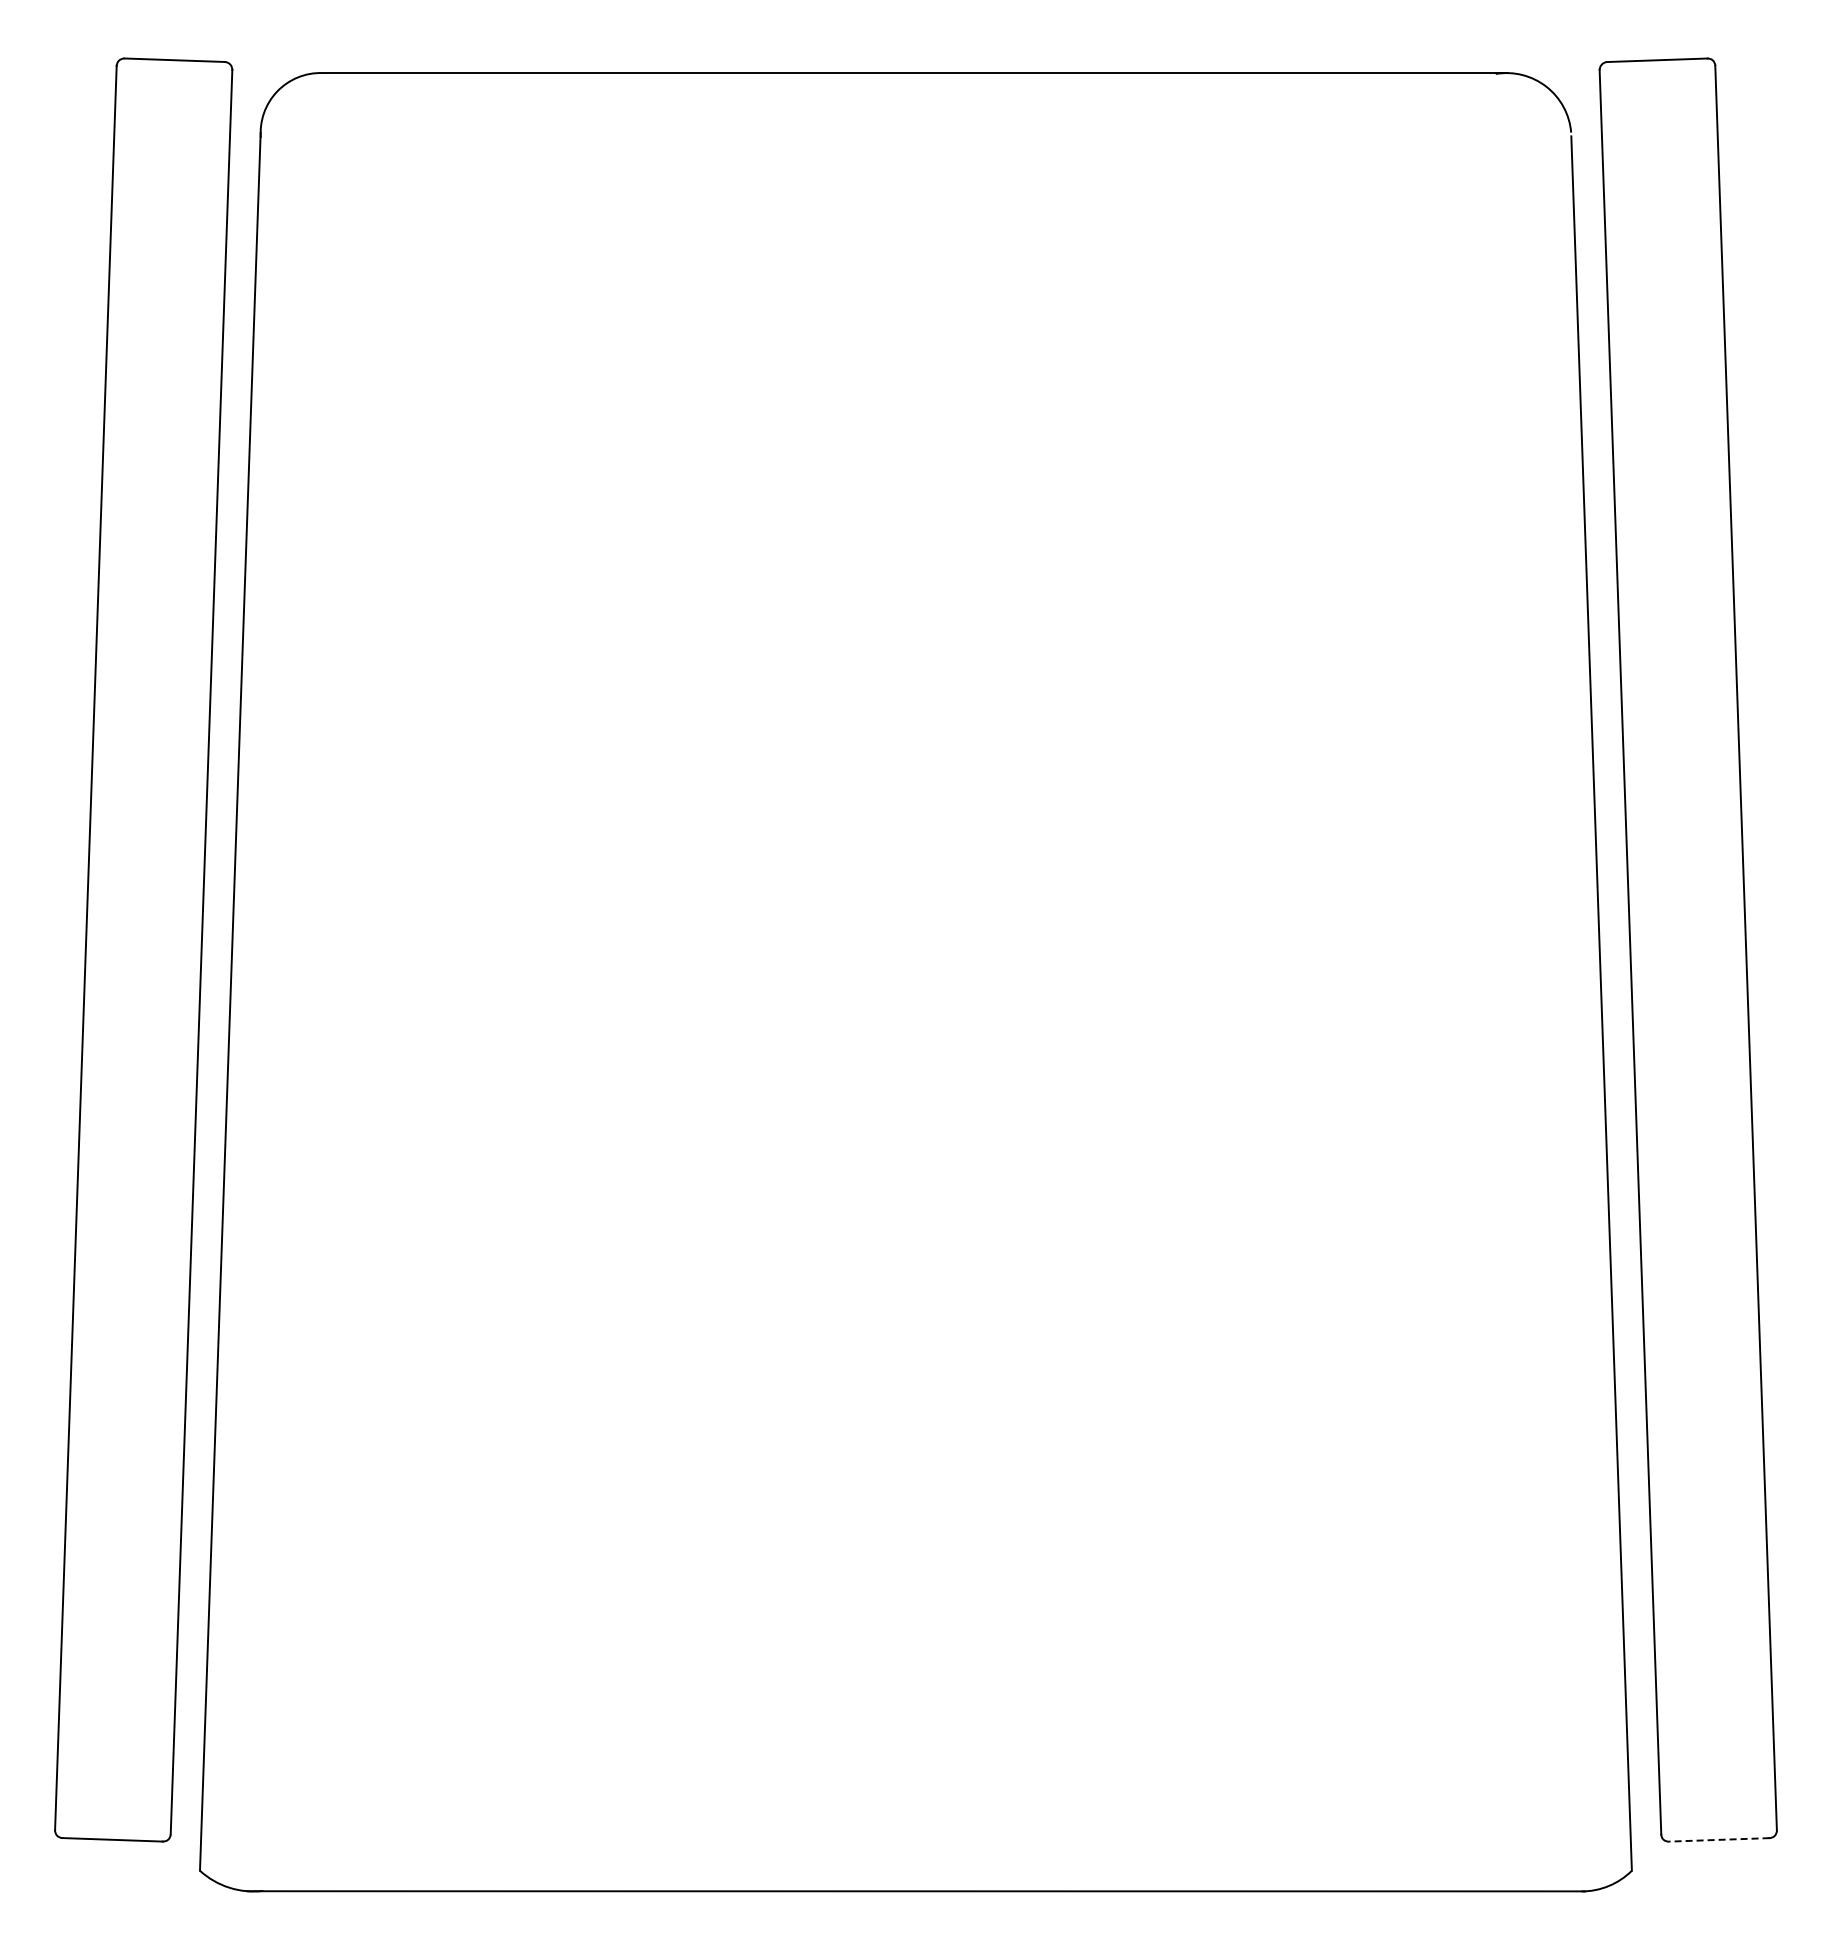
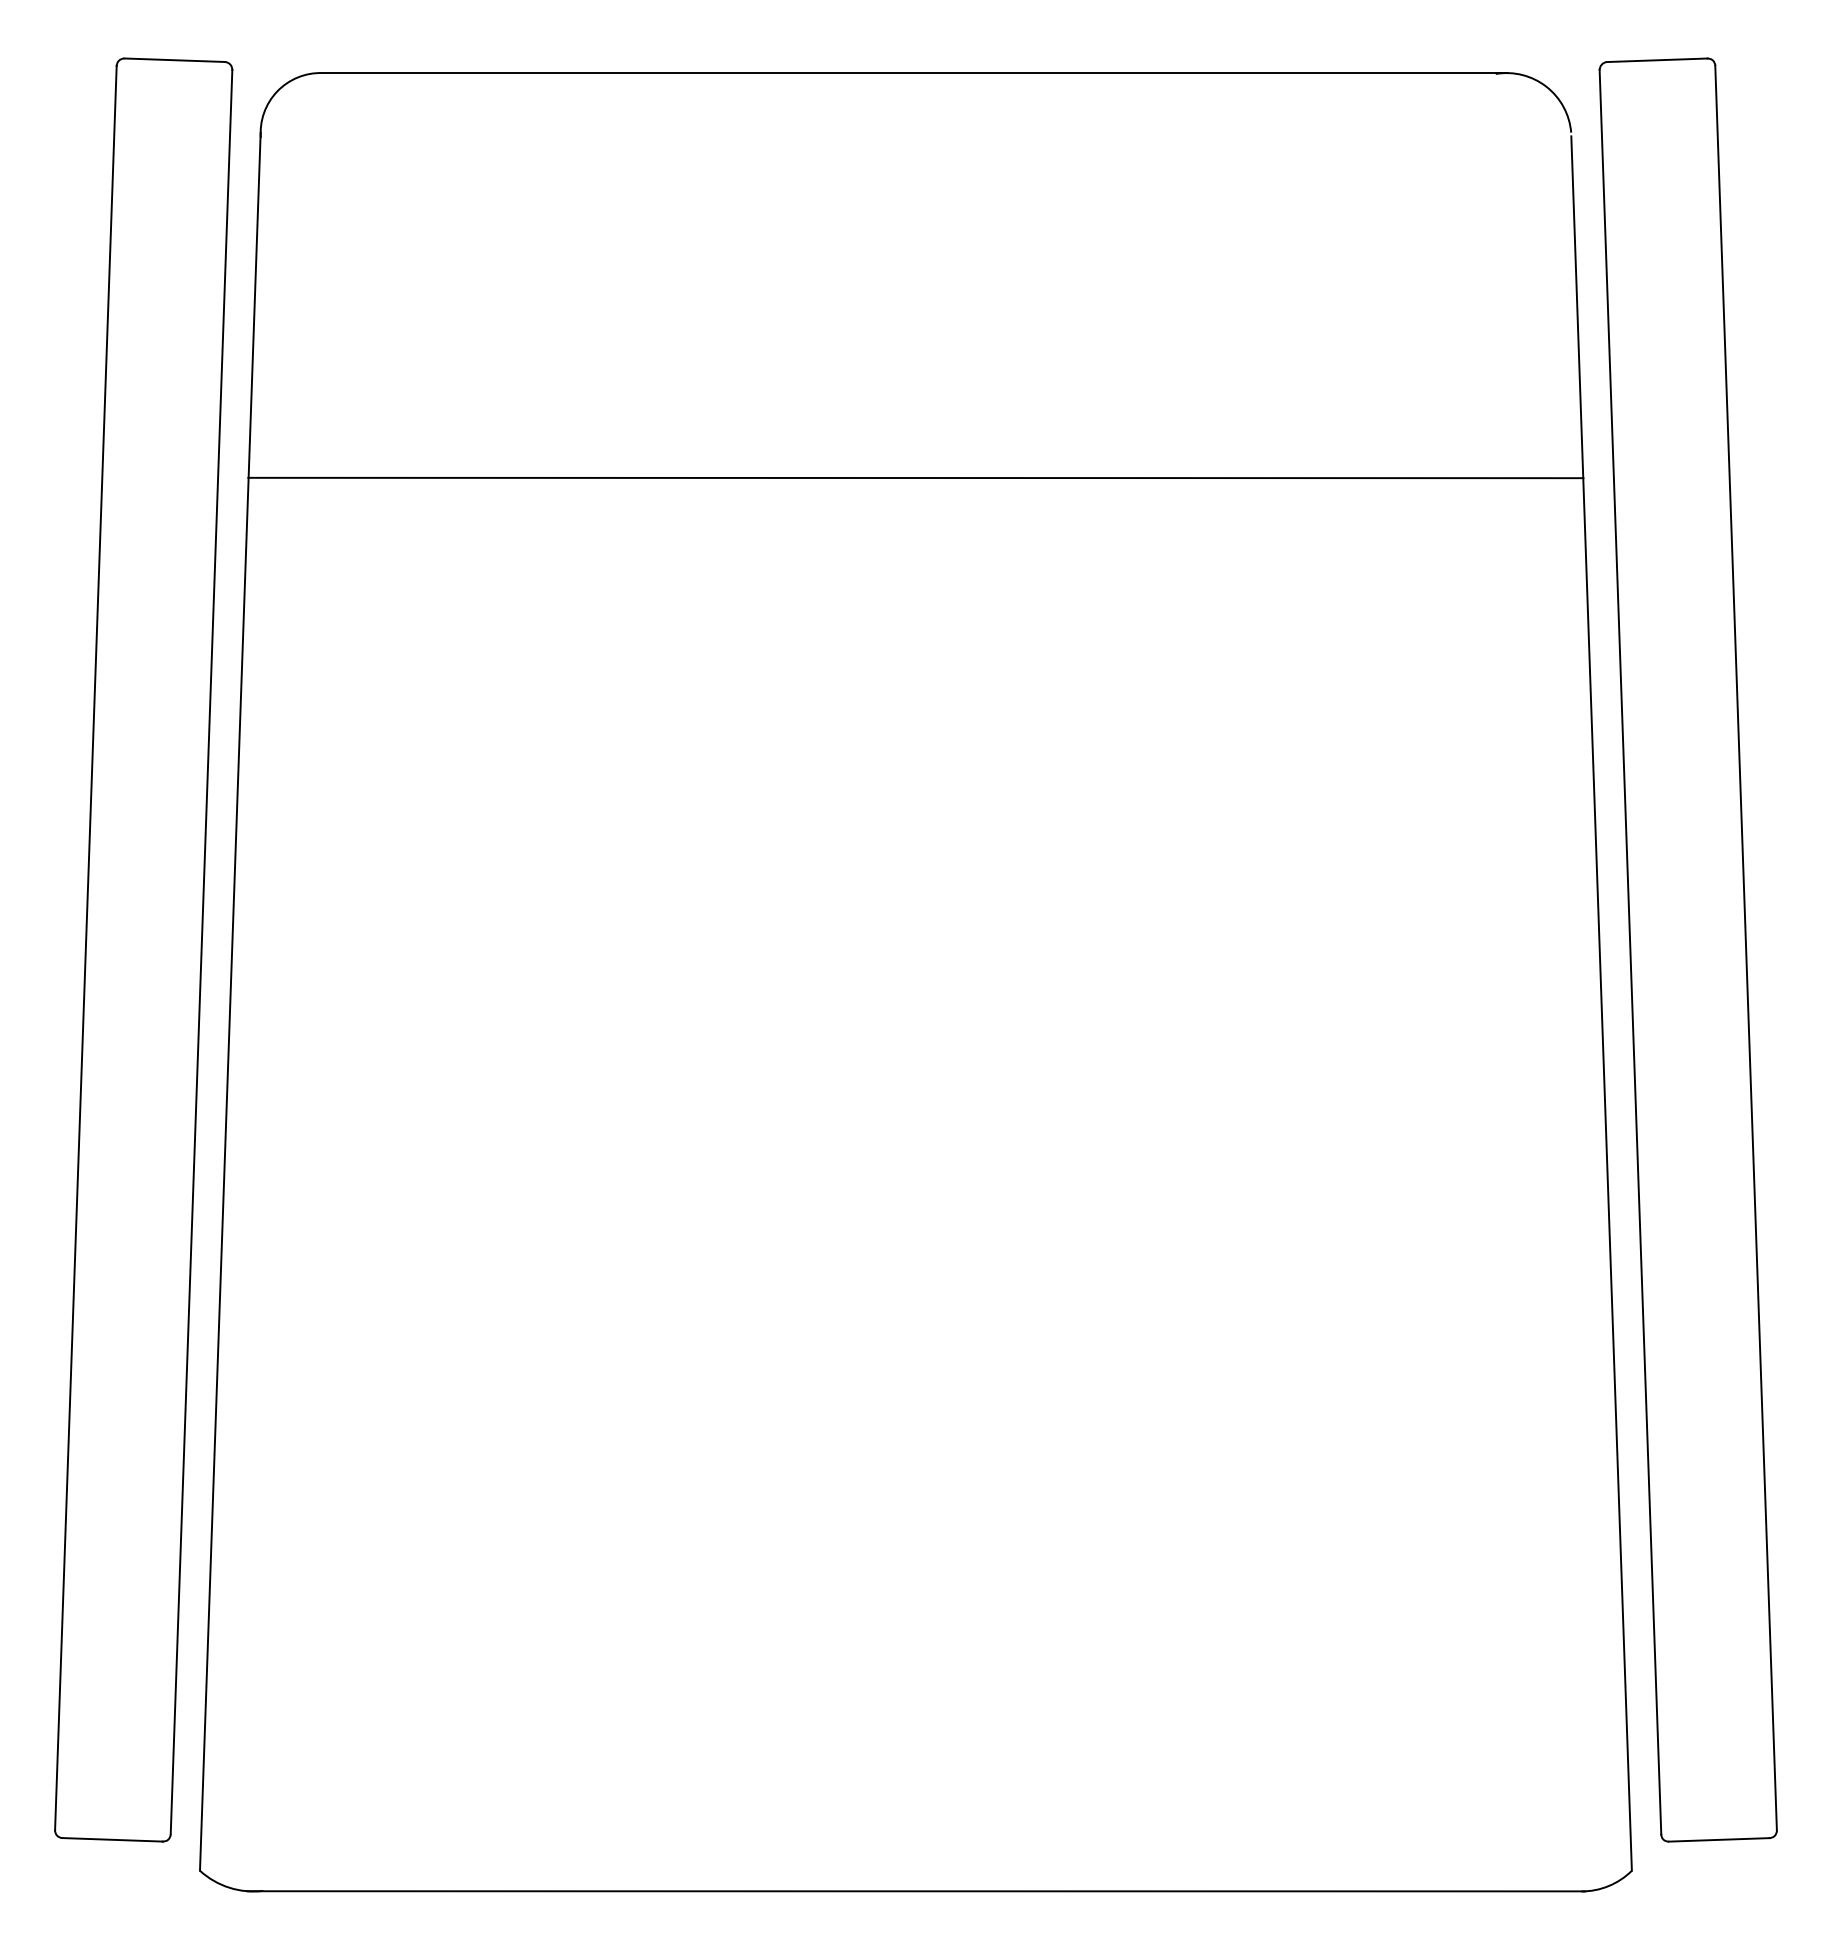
line at (915, 477): none -> present
line at (1718, 1839): dashed -> solid
